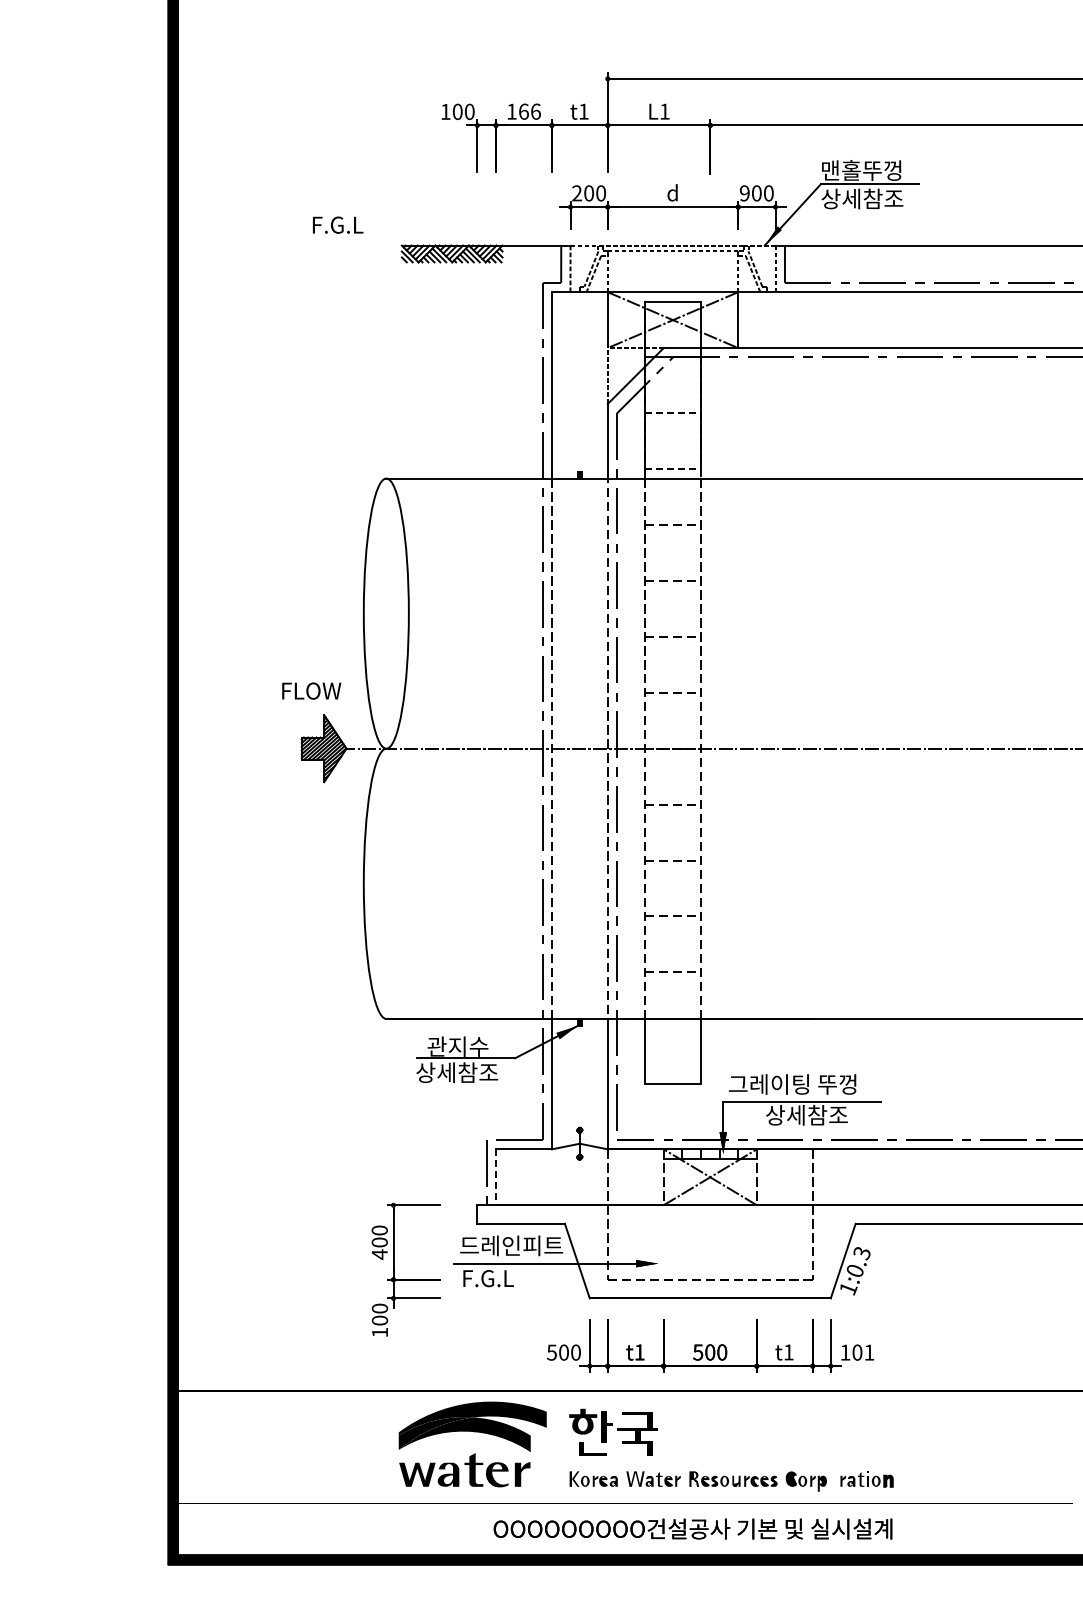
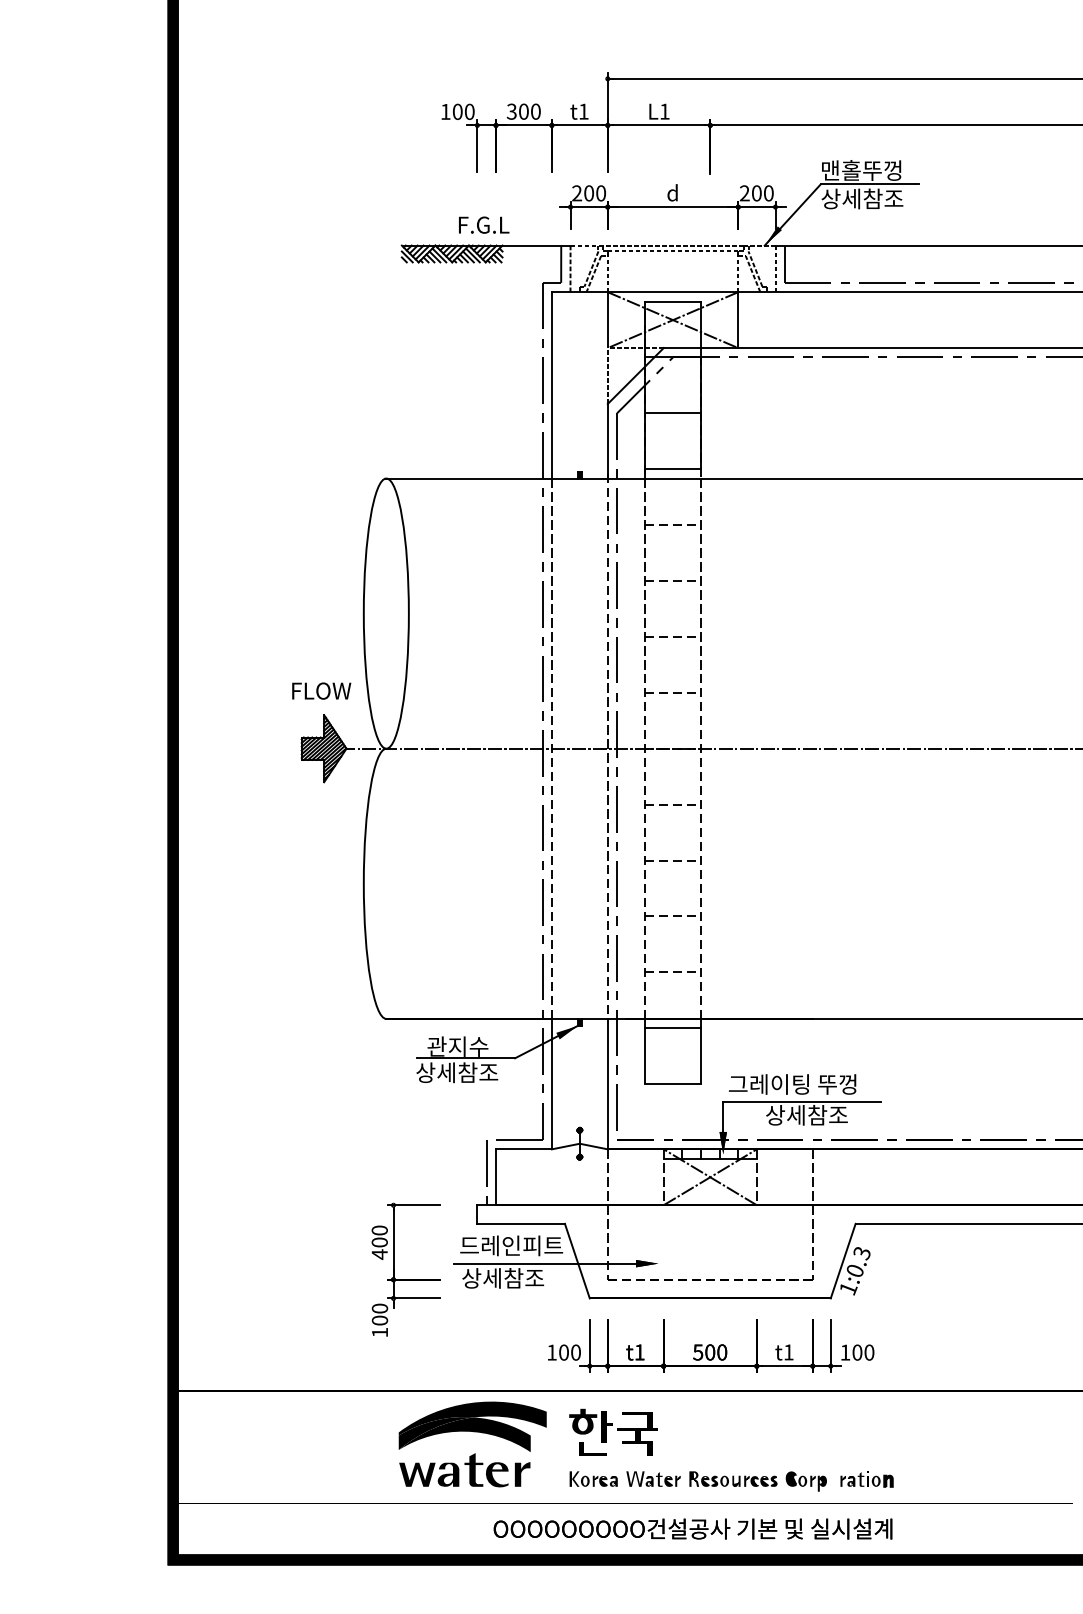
text at (523, 111): 166 -> 300
text at (744, 193): 900 -> 200
text at (338, 224) position: (338, 224) -> (484, 224)
line at (673, 413): dashed -> solid
line at (673, 469): dashed -> solid
text at (311, 690) position: (311, 690) -> (321, 690)
line at (672, 1028): none -> present
line at (496, 1177): dashed -> solid
text at (503, 1278): F.G.L -> 상세참조
text at (551, 1352): 500 -> 100
text at (869, 1352): 101 -> 100
